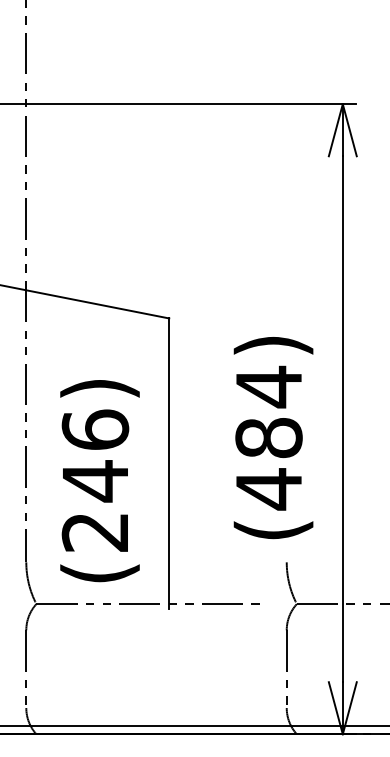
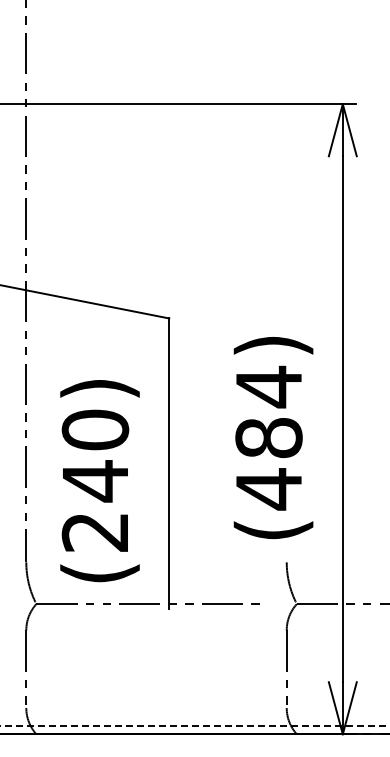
text at (95, 429): (246) -> (240)
line at (195, 726): solid -> dashed
